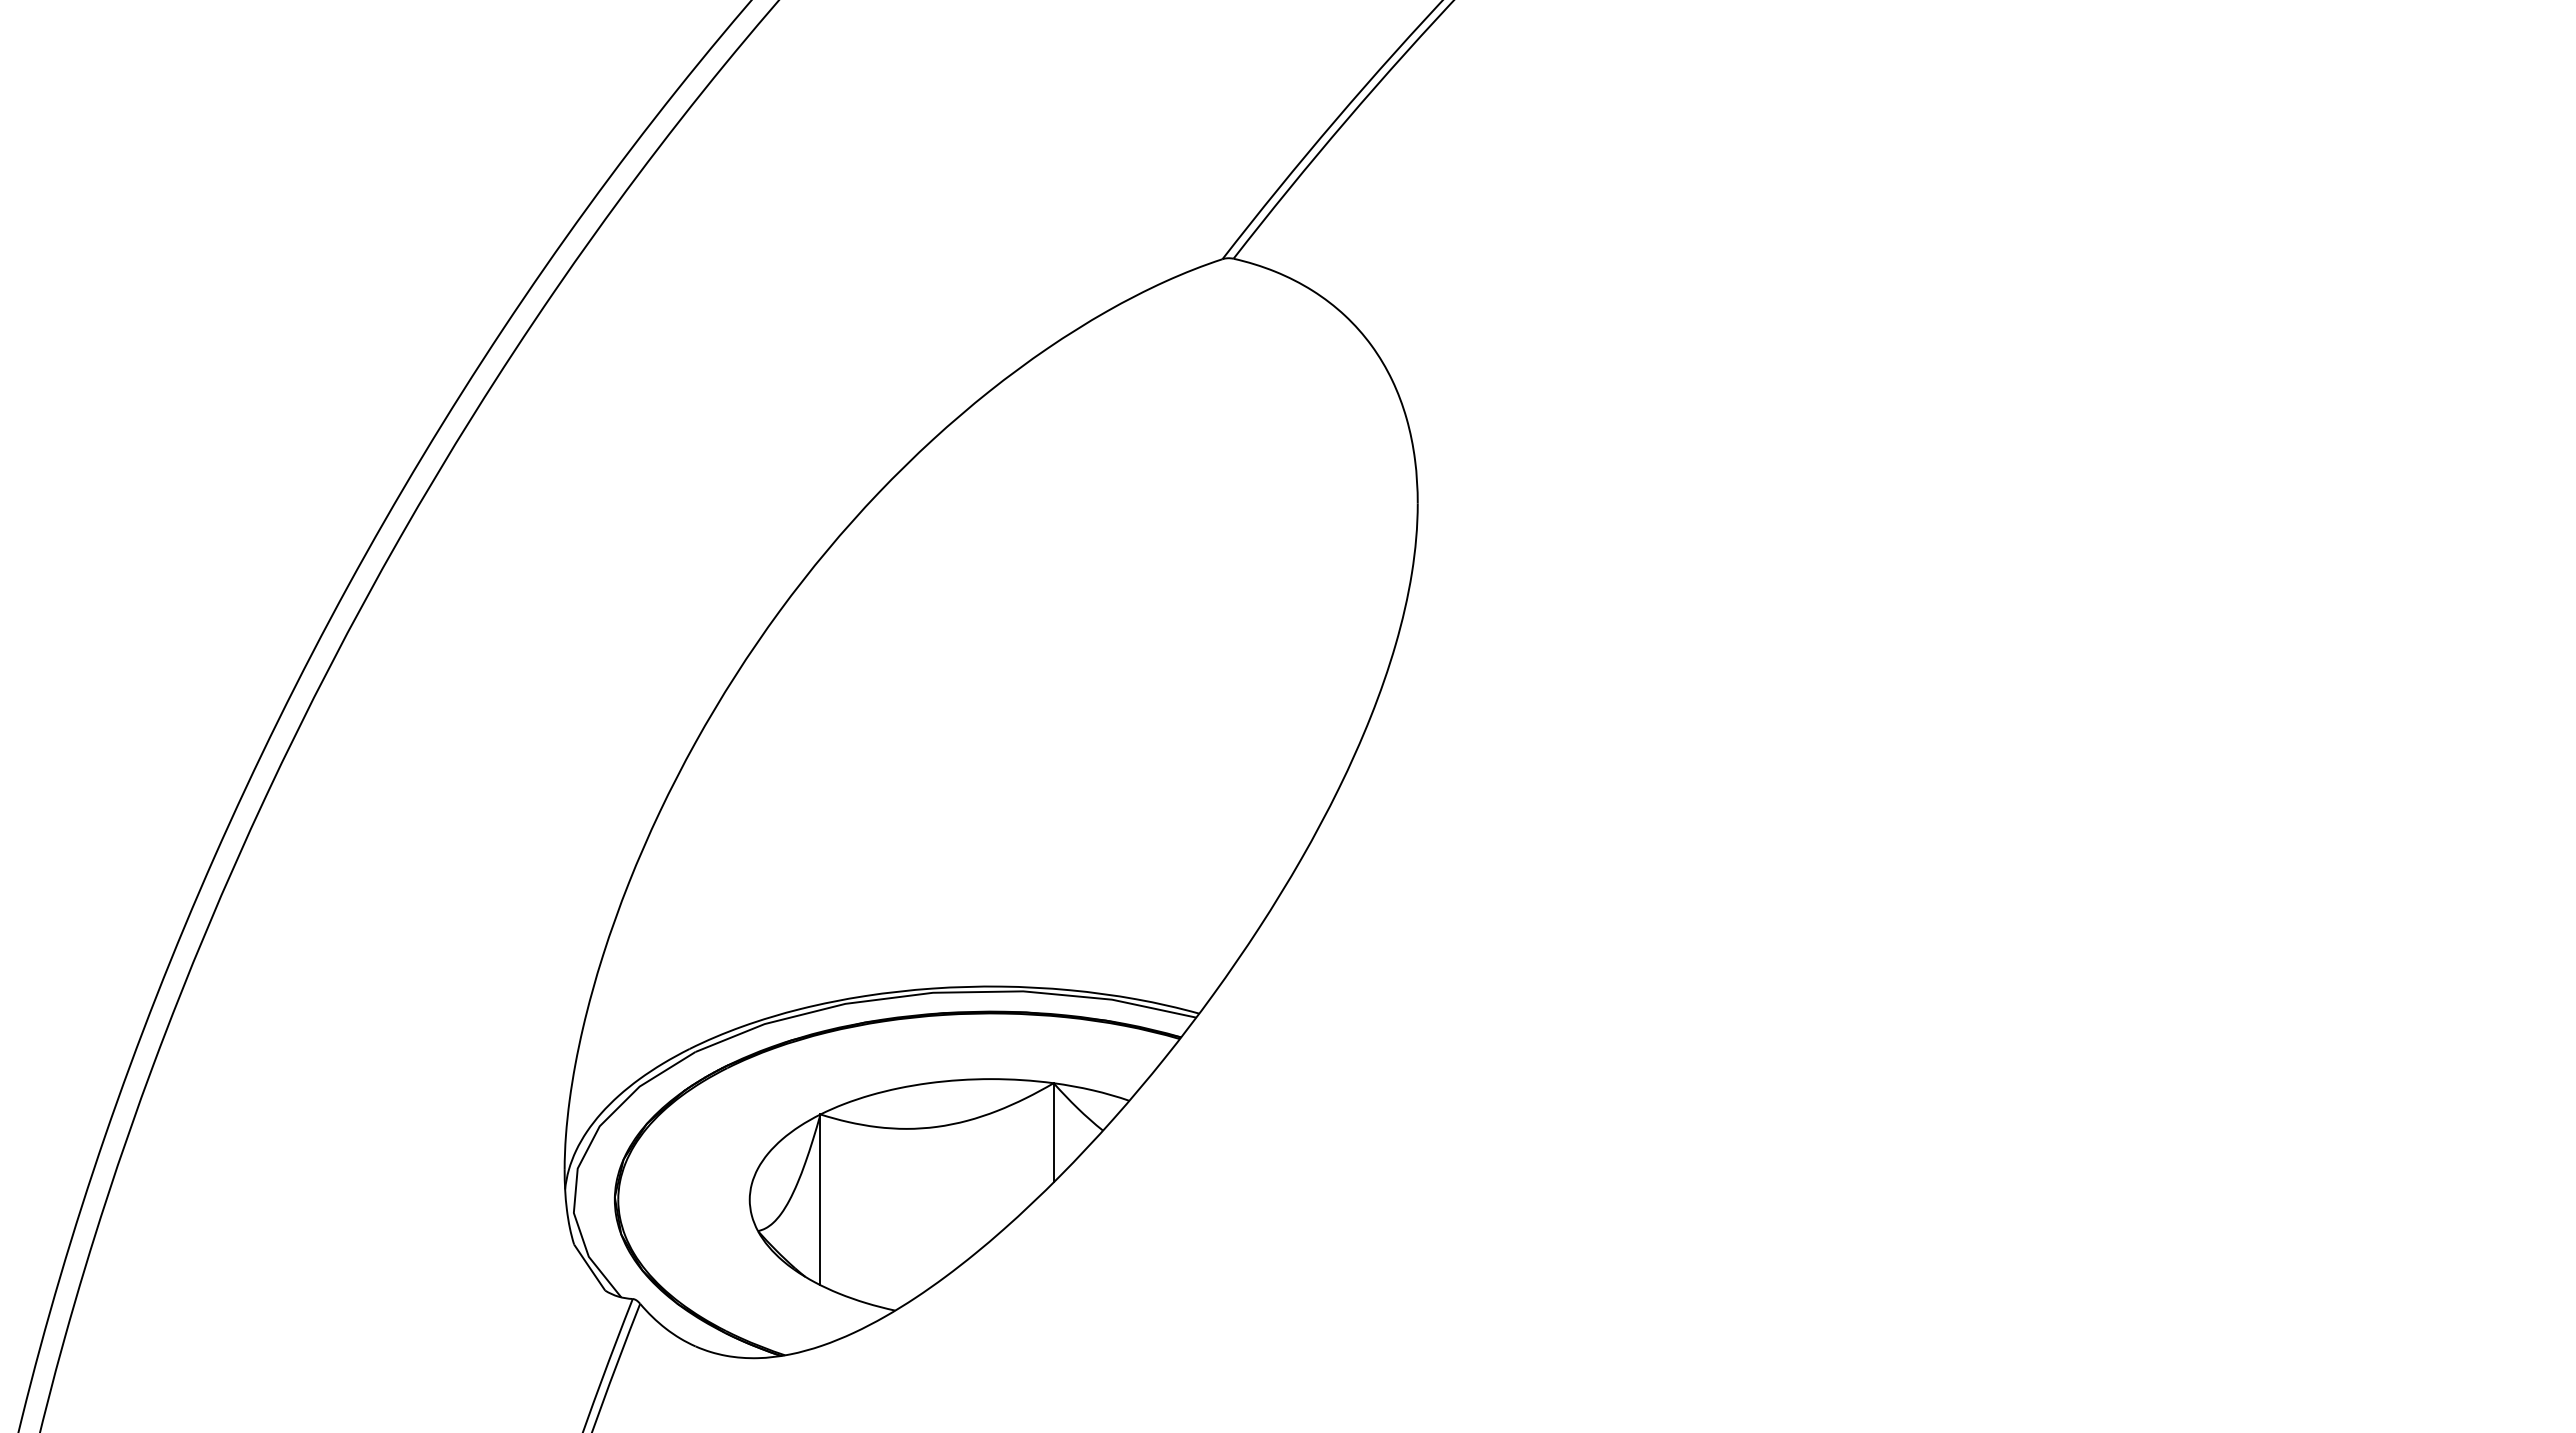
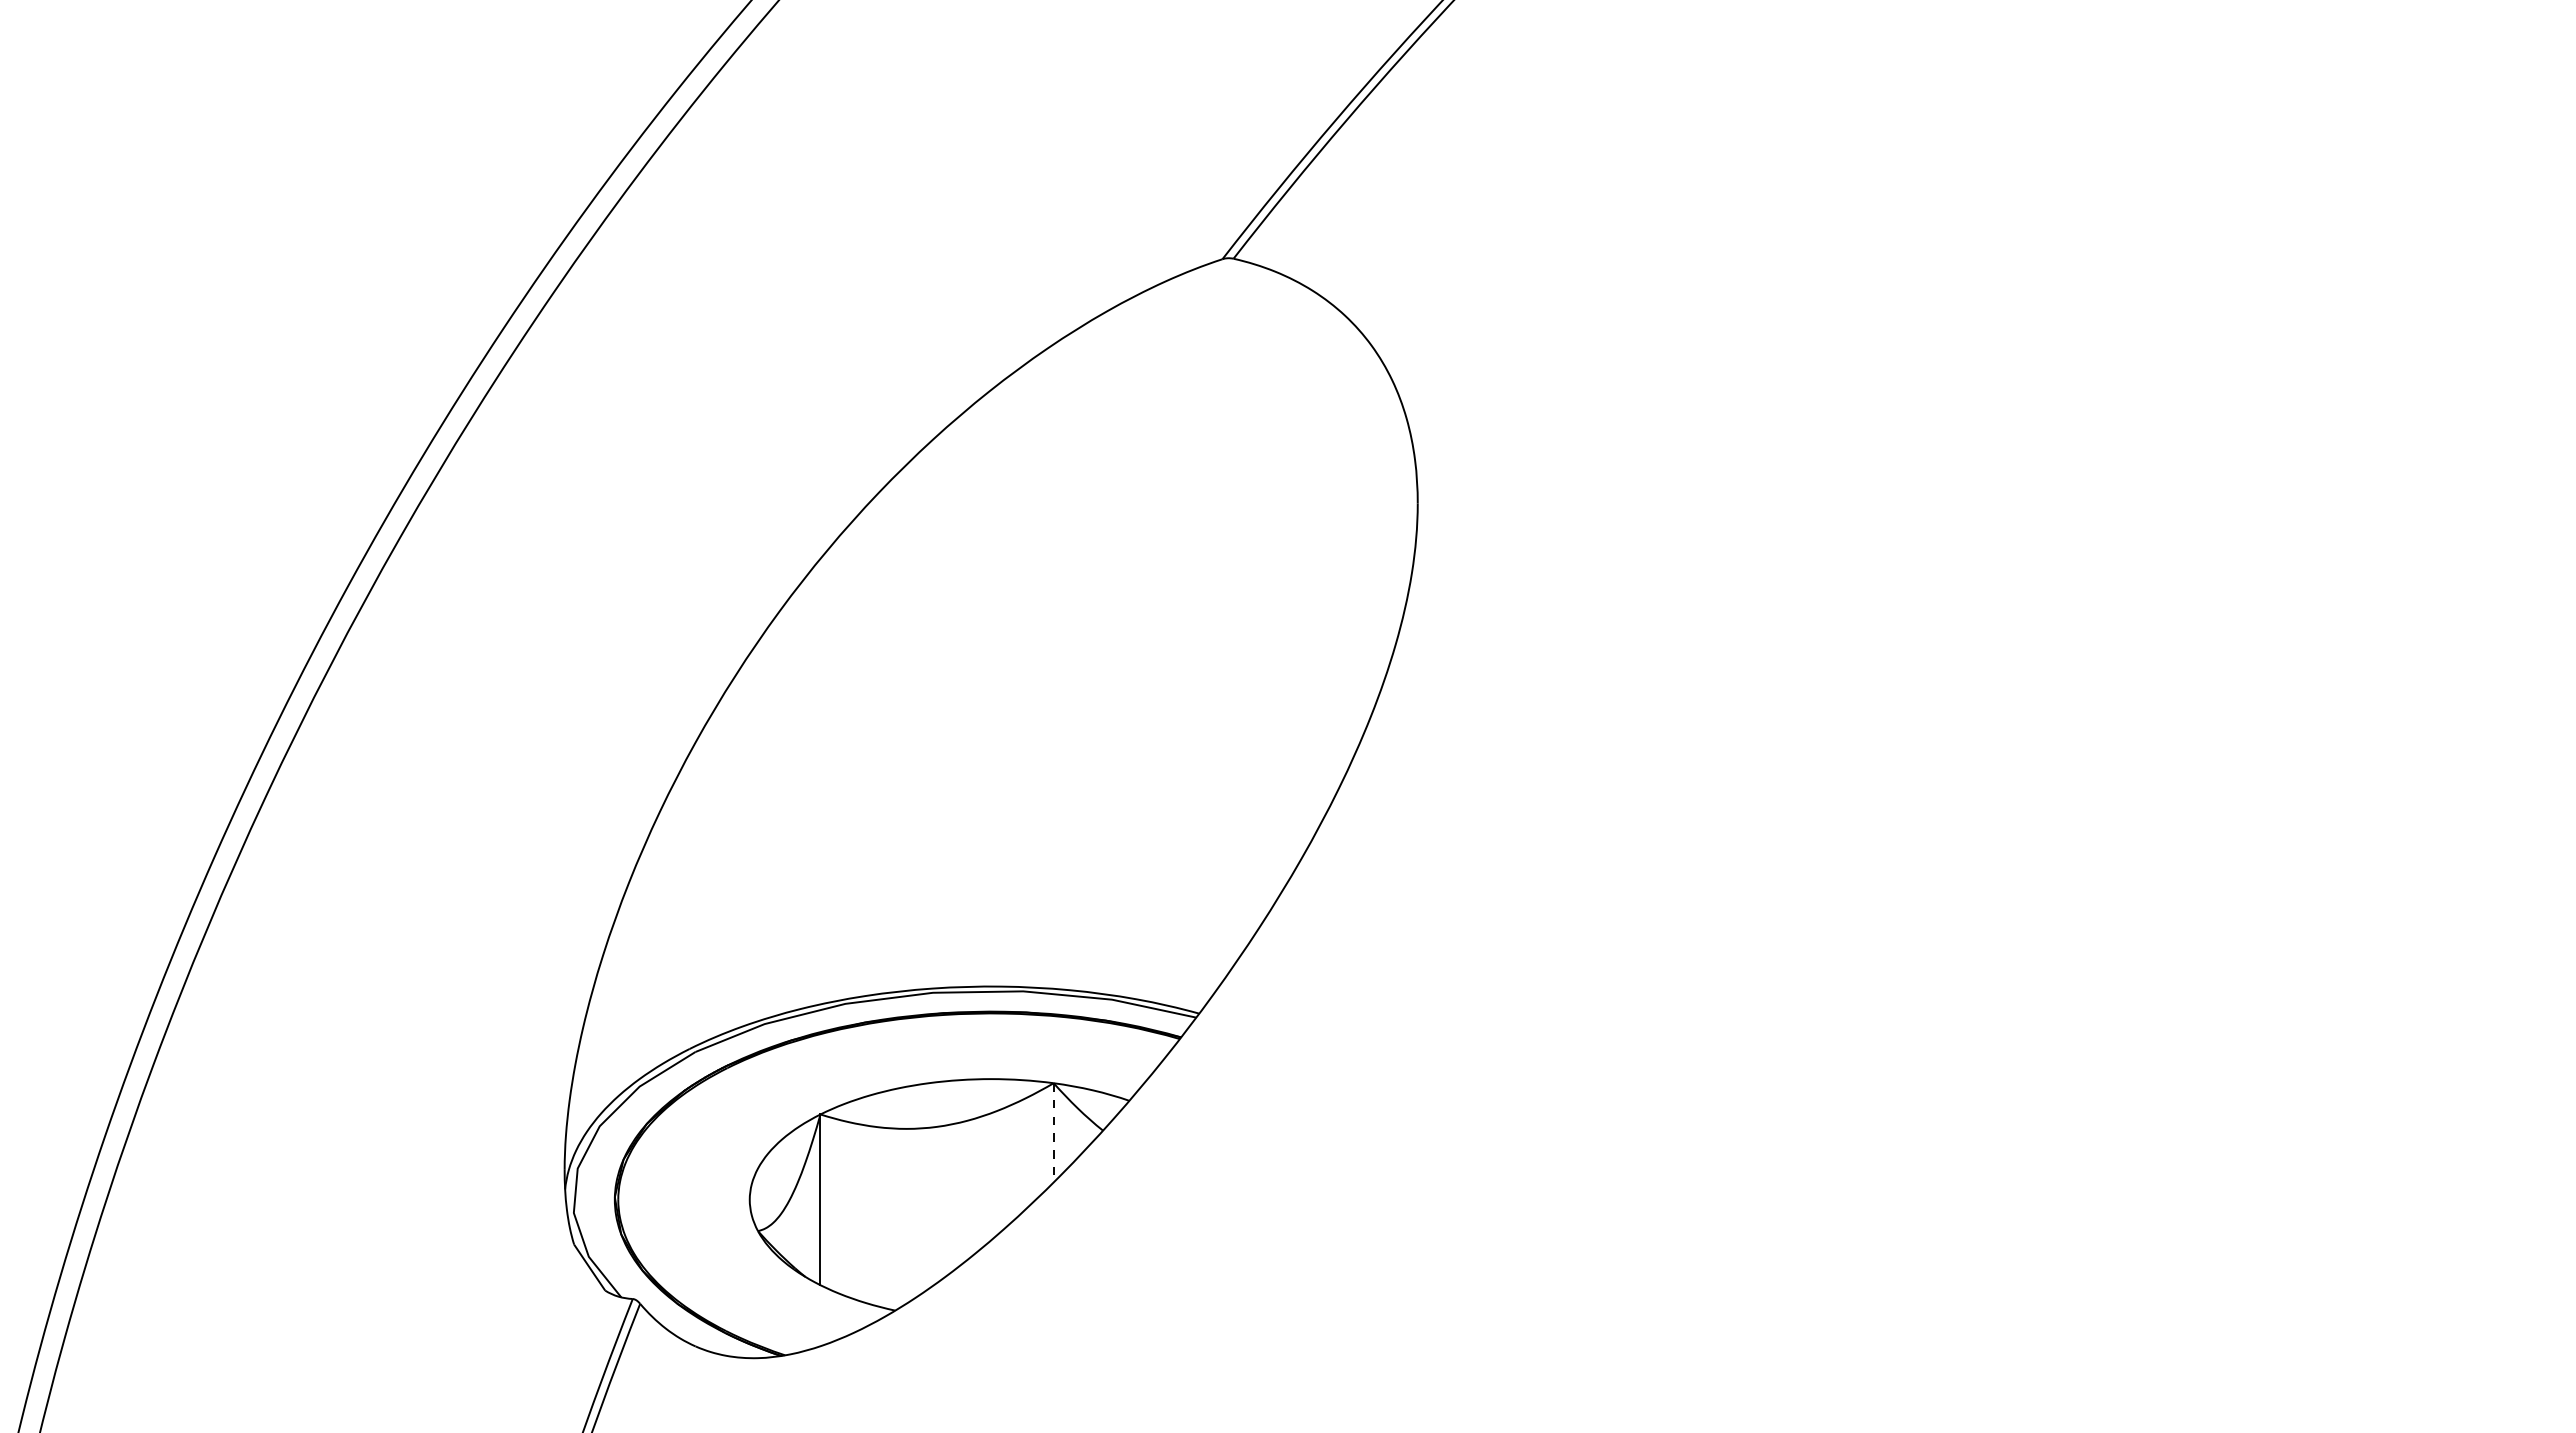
line at (1053, 1132): solid -> dashed
